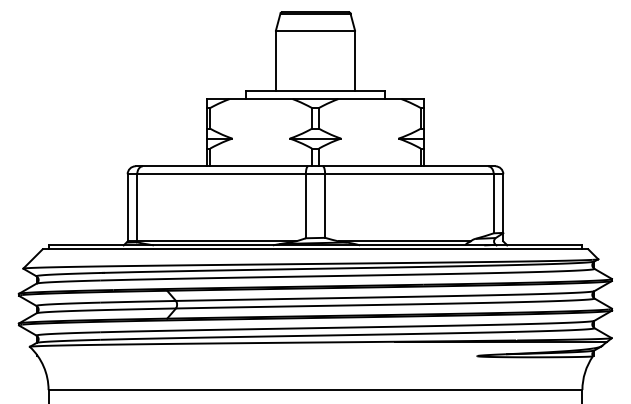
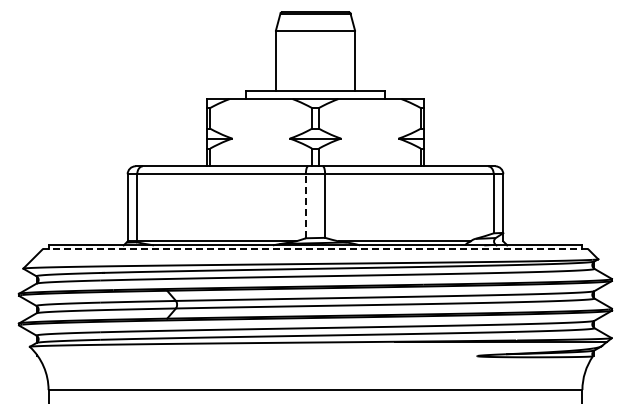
line at (305, 205): solid -> dashed
line at (315, 249): solid -> dashed
